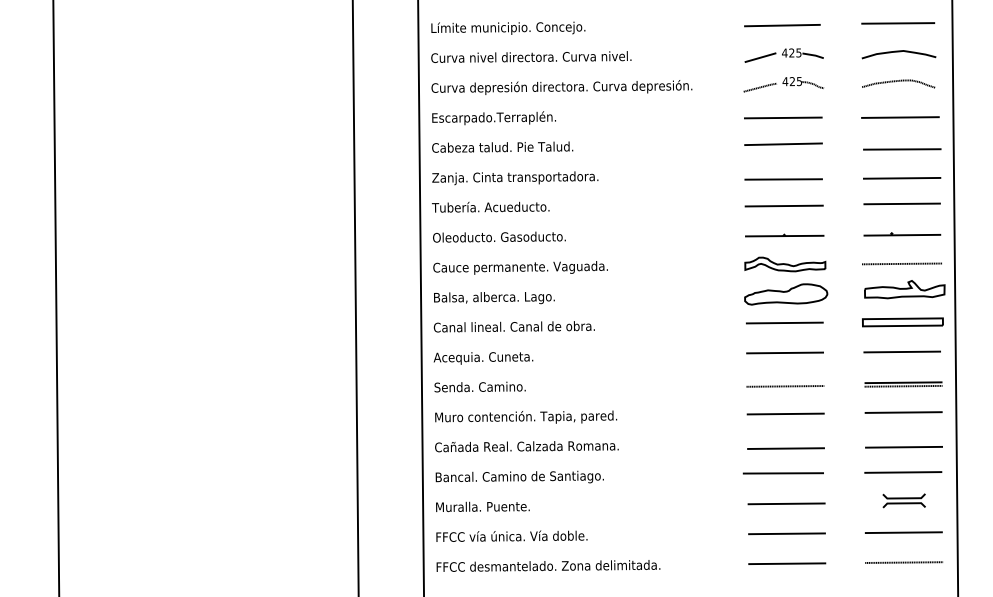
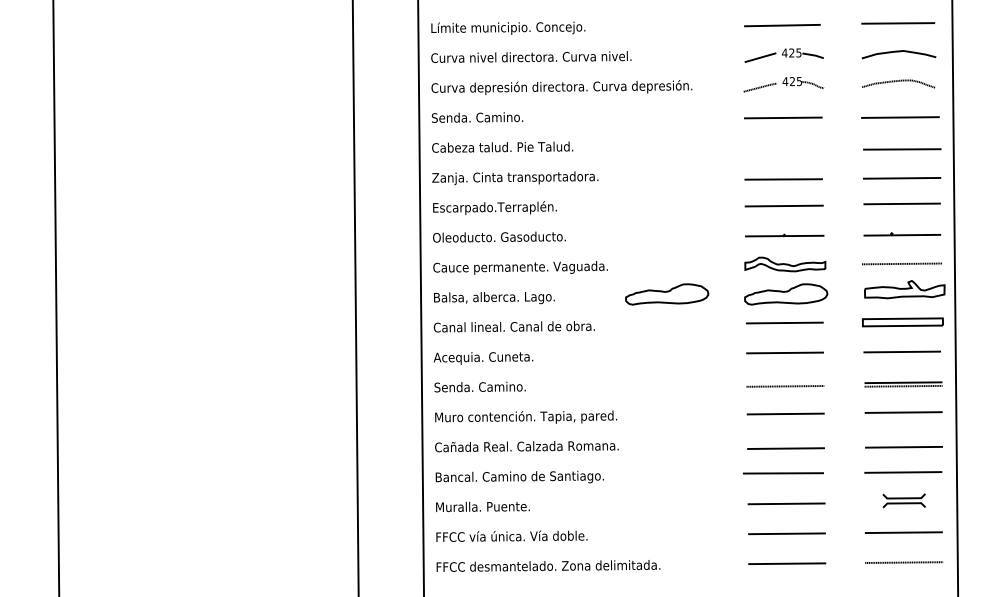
text at (493, 118): Escarpado.Terraplén. -> Senda. Camino.
line at (783, 143): present -> none
text at (494, 207): Tubería. Acueducto. -> Escarpado.Terraplén.
part at (667, 294): none -> present
